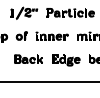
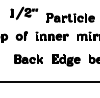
part at (70, 12) position: (70, 12) -> (70, 17)
